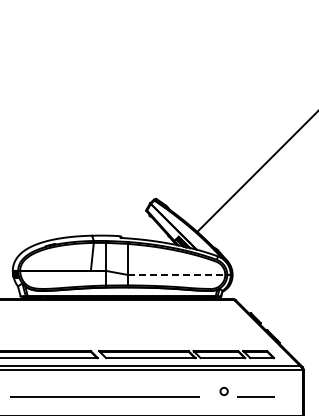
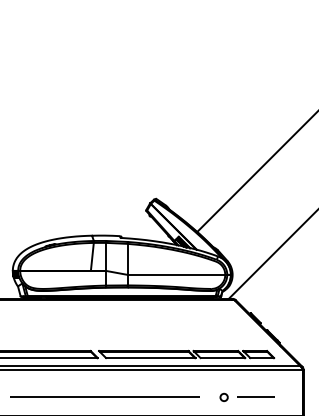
line at (271, 254): none -> present
line at (176, 274): dashed -> solid
circle at (223, 390) position: (223, 390) -> (223, 396)
